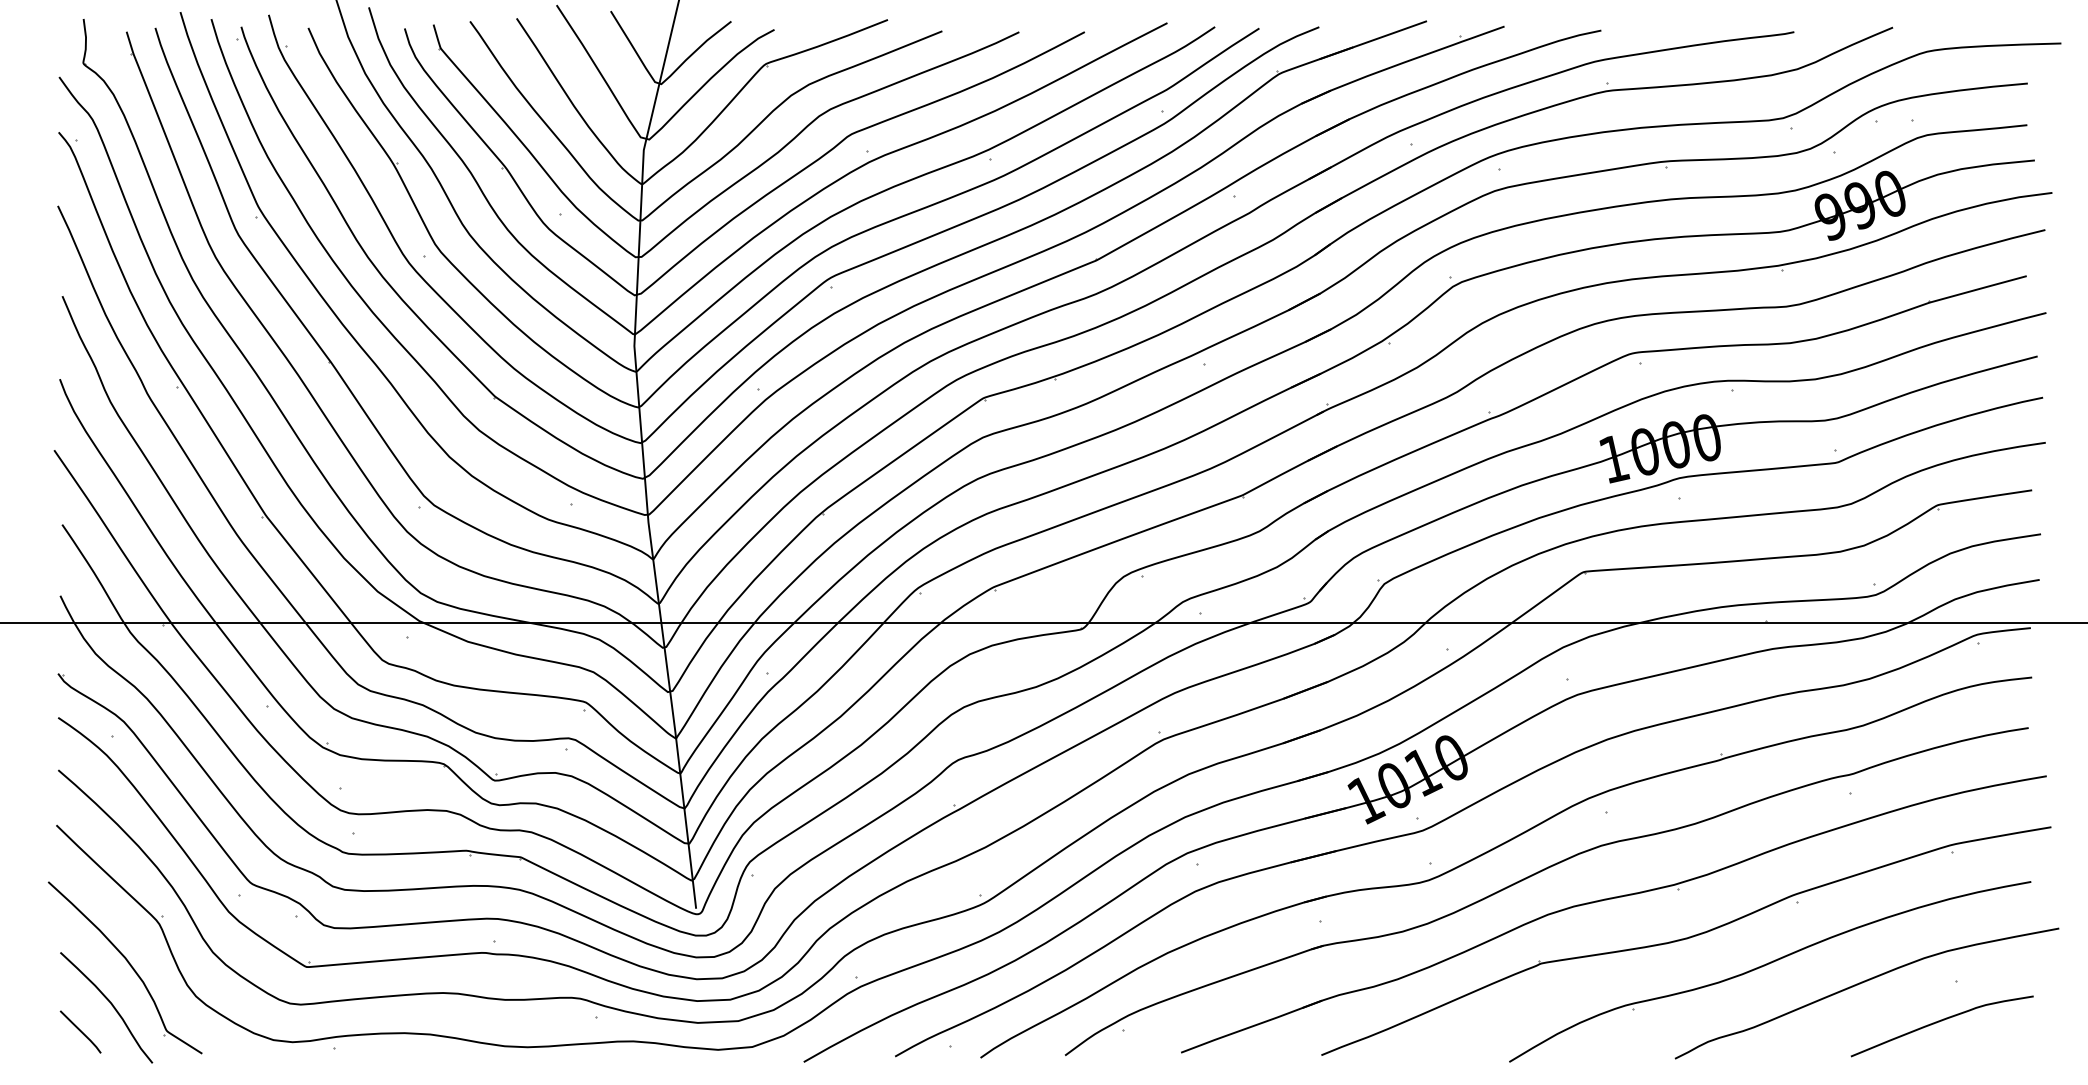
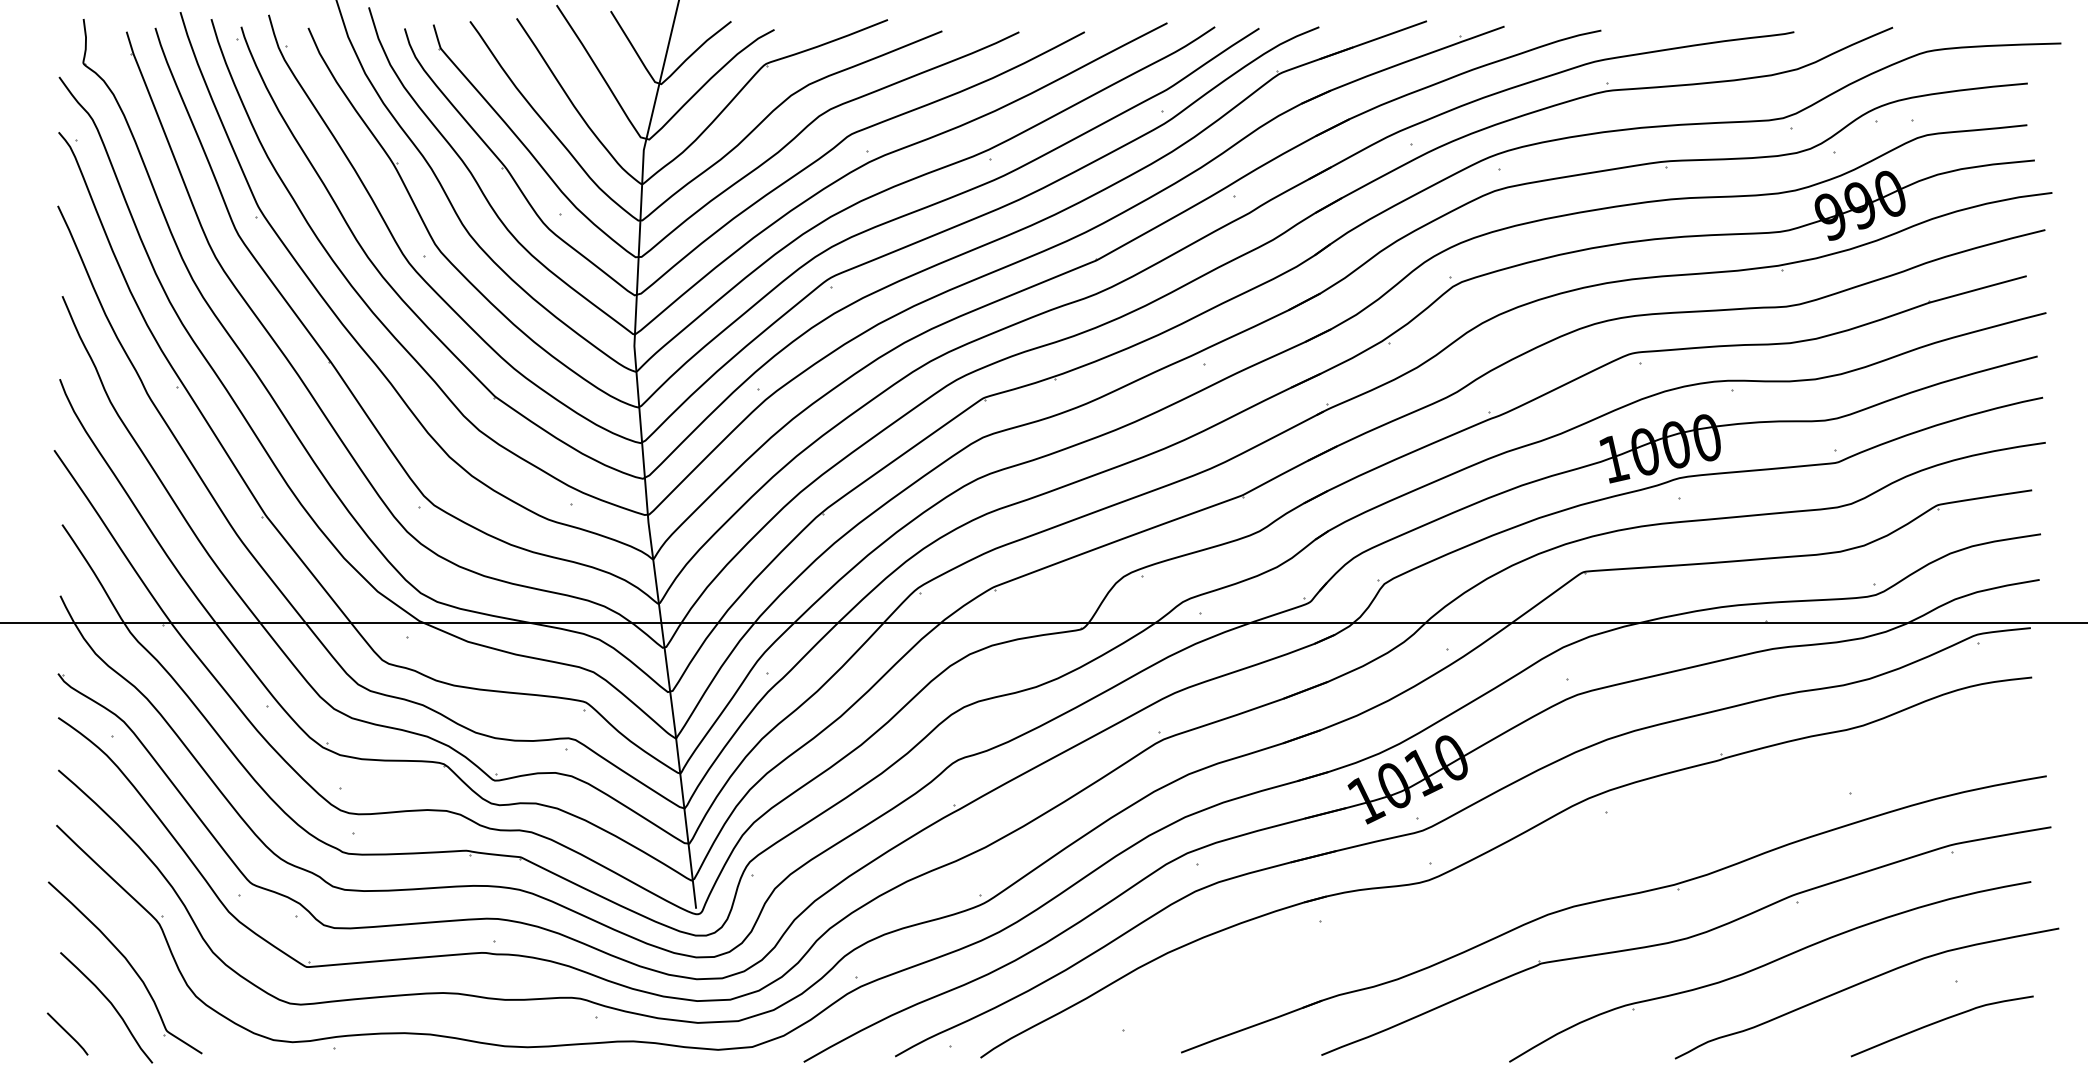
part at (1538, 873): present -> none
line at (80, 1031) position: (80, 1031) -> (67, 1033)
